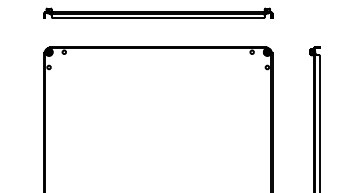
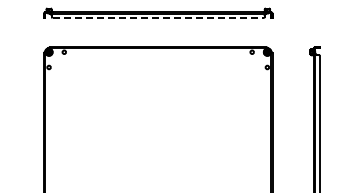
line at (158, 18): solid -> dashed
